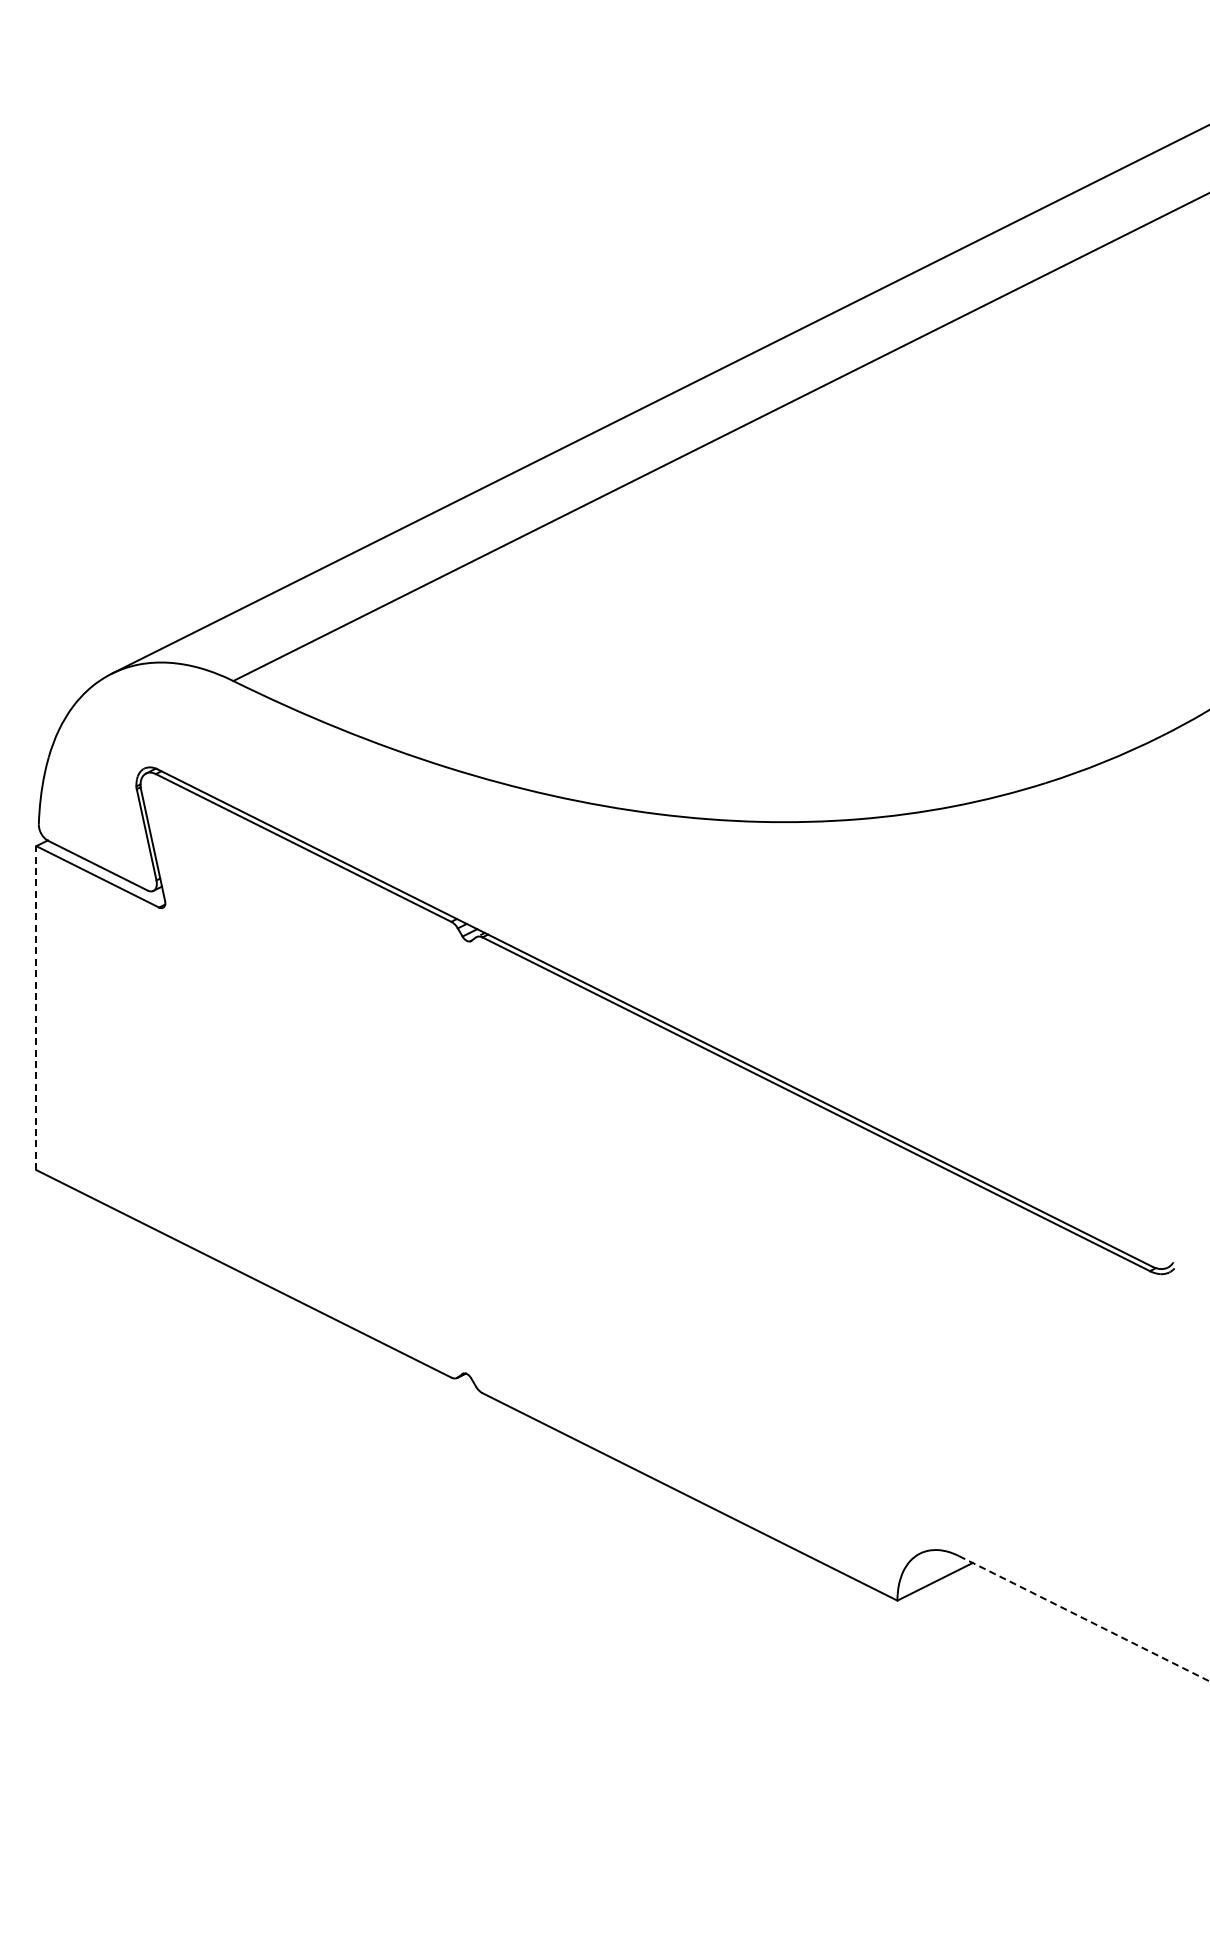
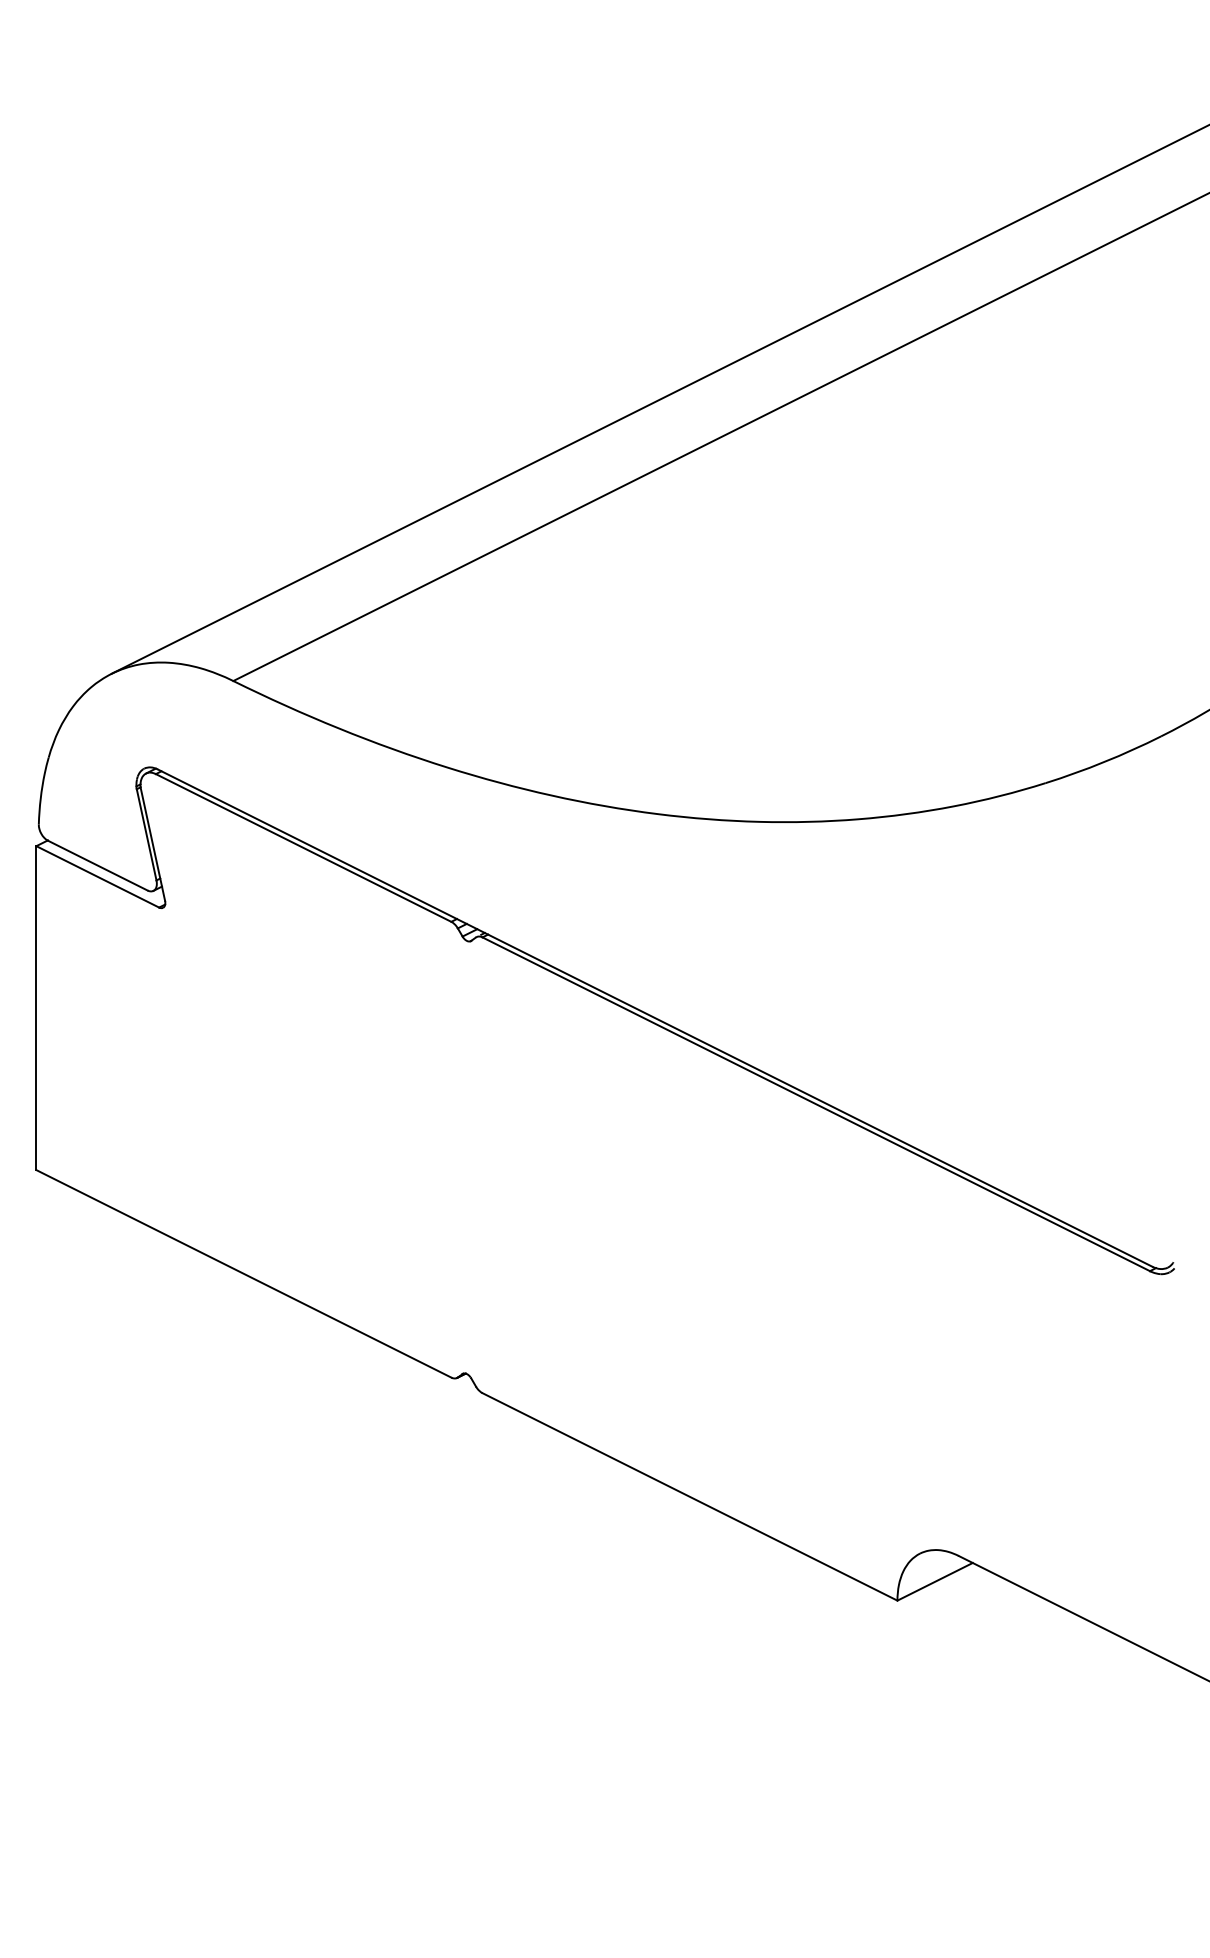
line at (36, 1008): dashed -> solid
line at (1084, 1618): dashed -> solid
